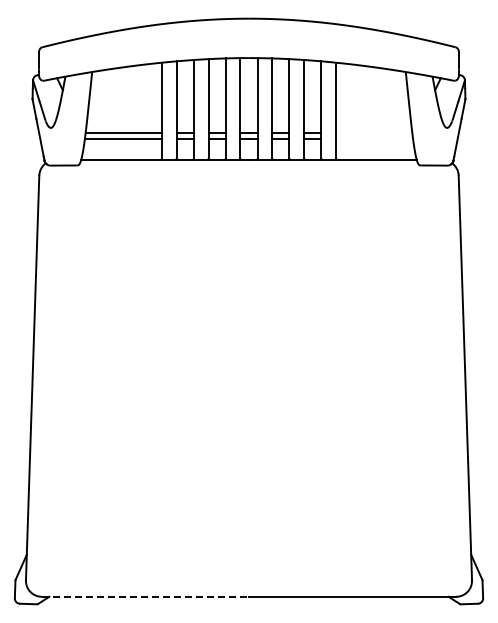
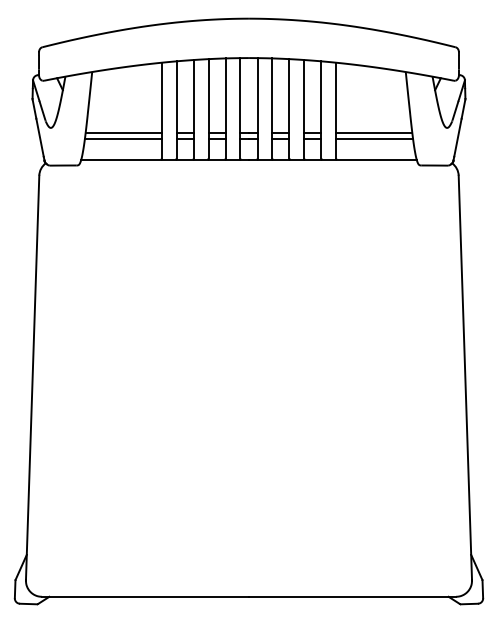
line at (374, 132): none -> present
line at (374, 139): none -> present
line at (145, 596): dashed -> solid
